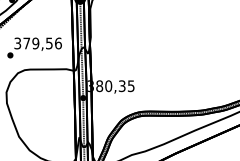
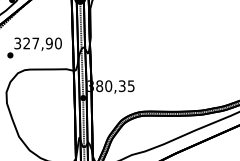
text at (42, 43): 379,56 -> 327,90
